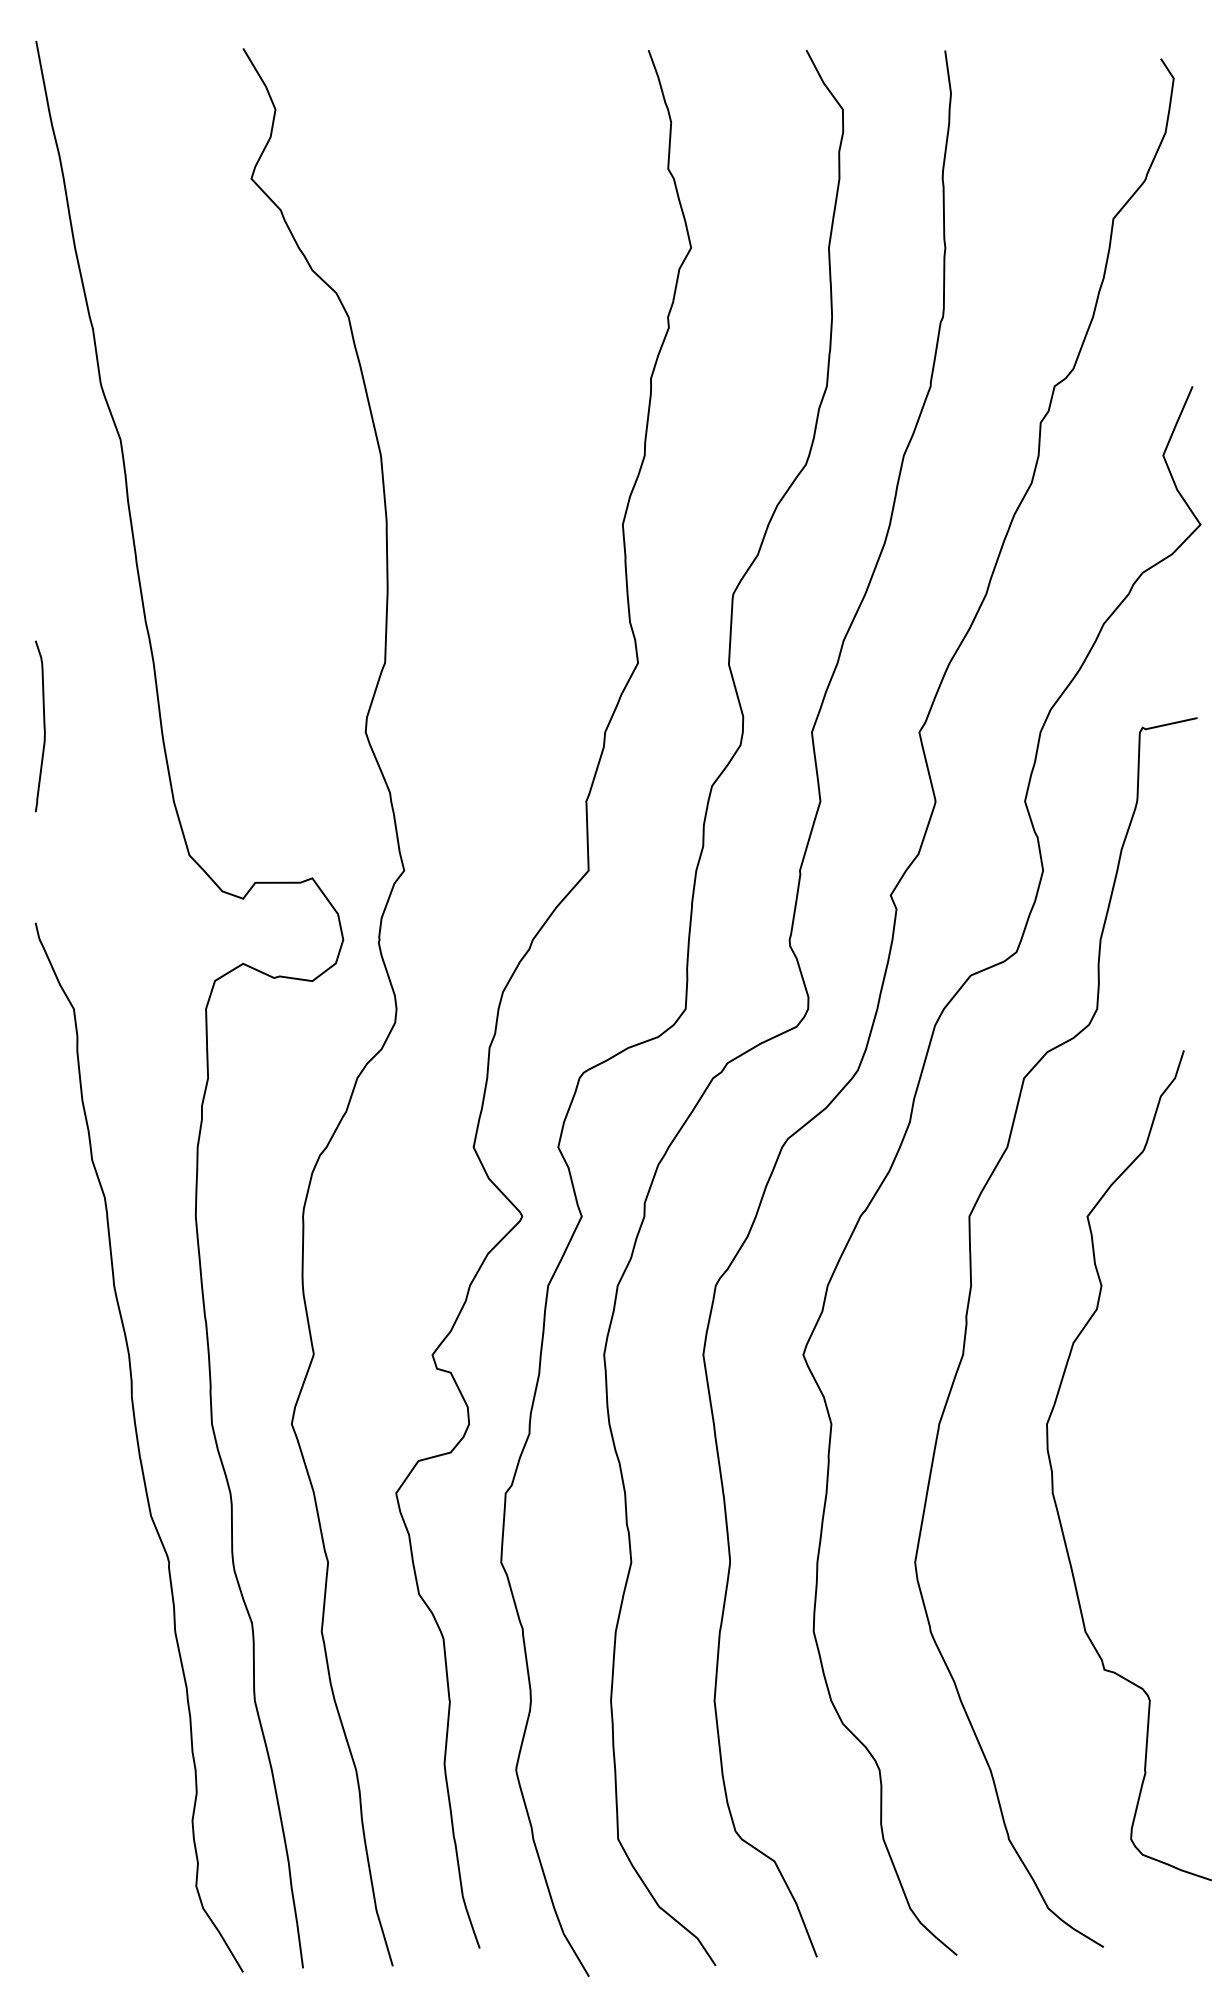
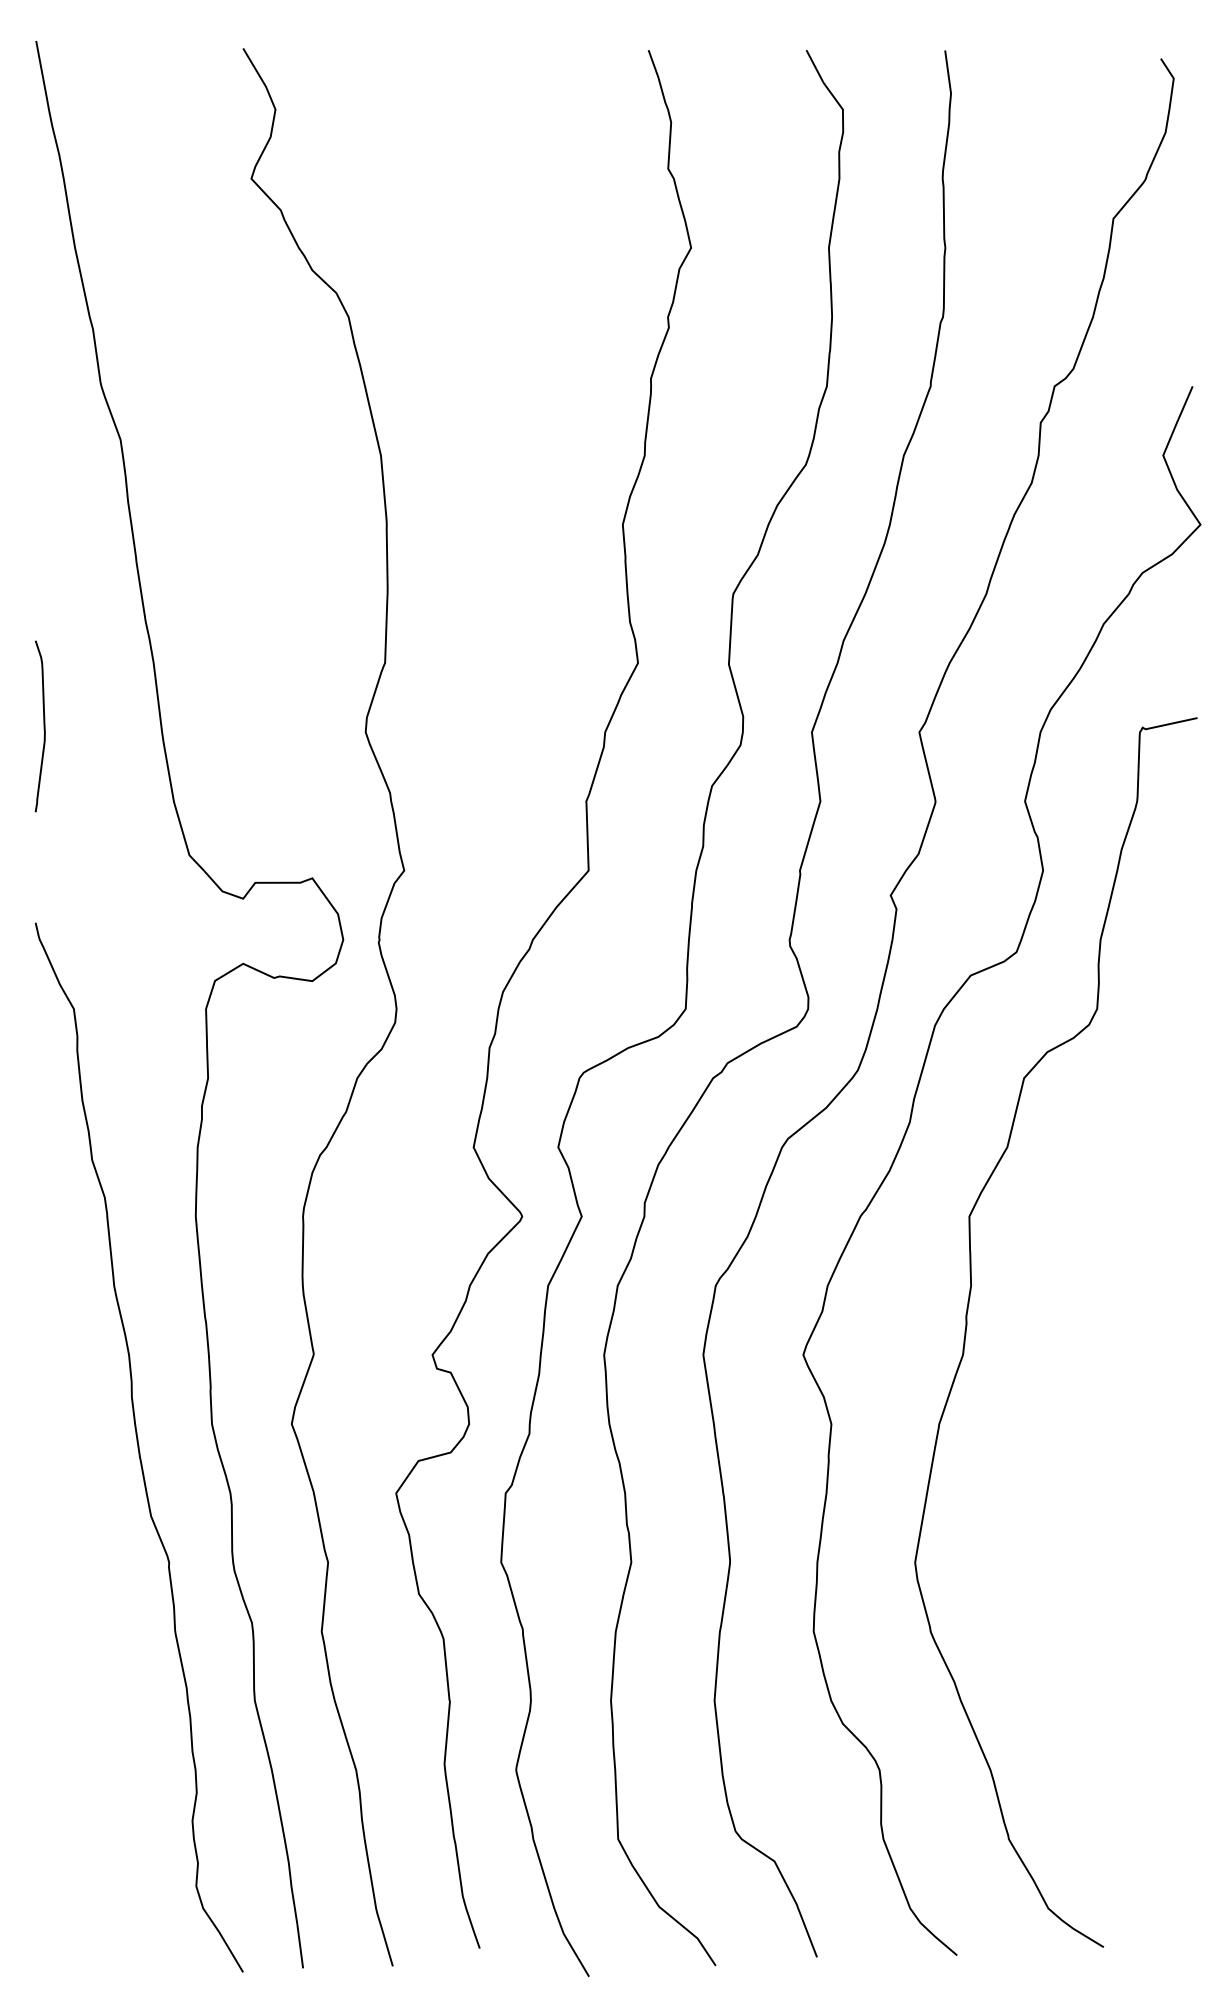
curve at (1053, 1476): present -> none
